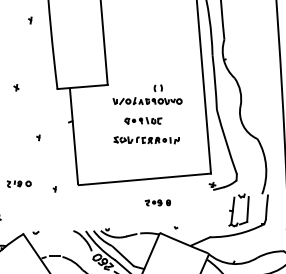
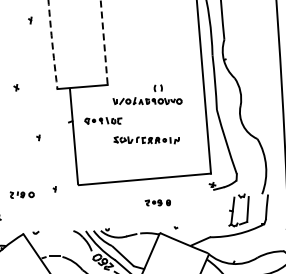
line at (104, 43): solid -> dashed
arc at (52, 45): solid -> dashed
part at (143, 120) position: (143, 120) -> (103, 120)
part at (18, 183) position: (18, 183) -> (21, 194)
